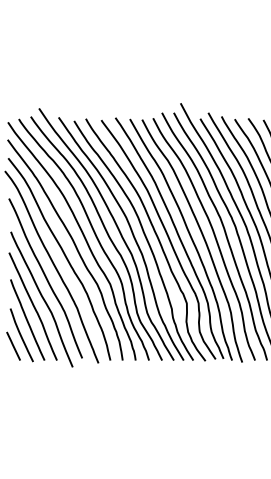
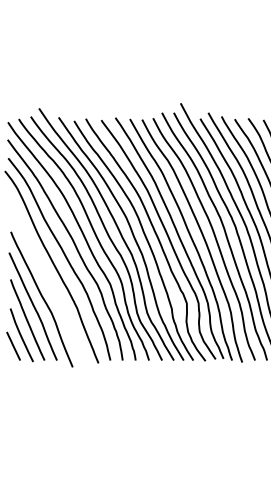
curve at (45, 278): present -> none
